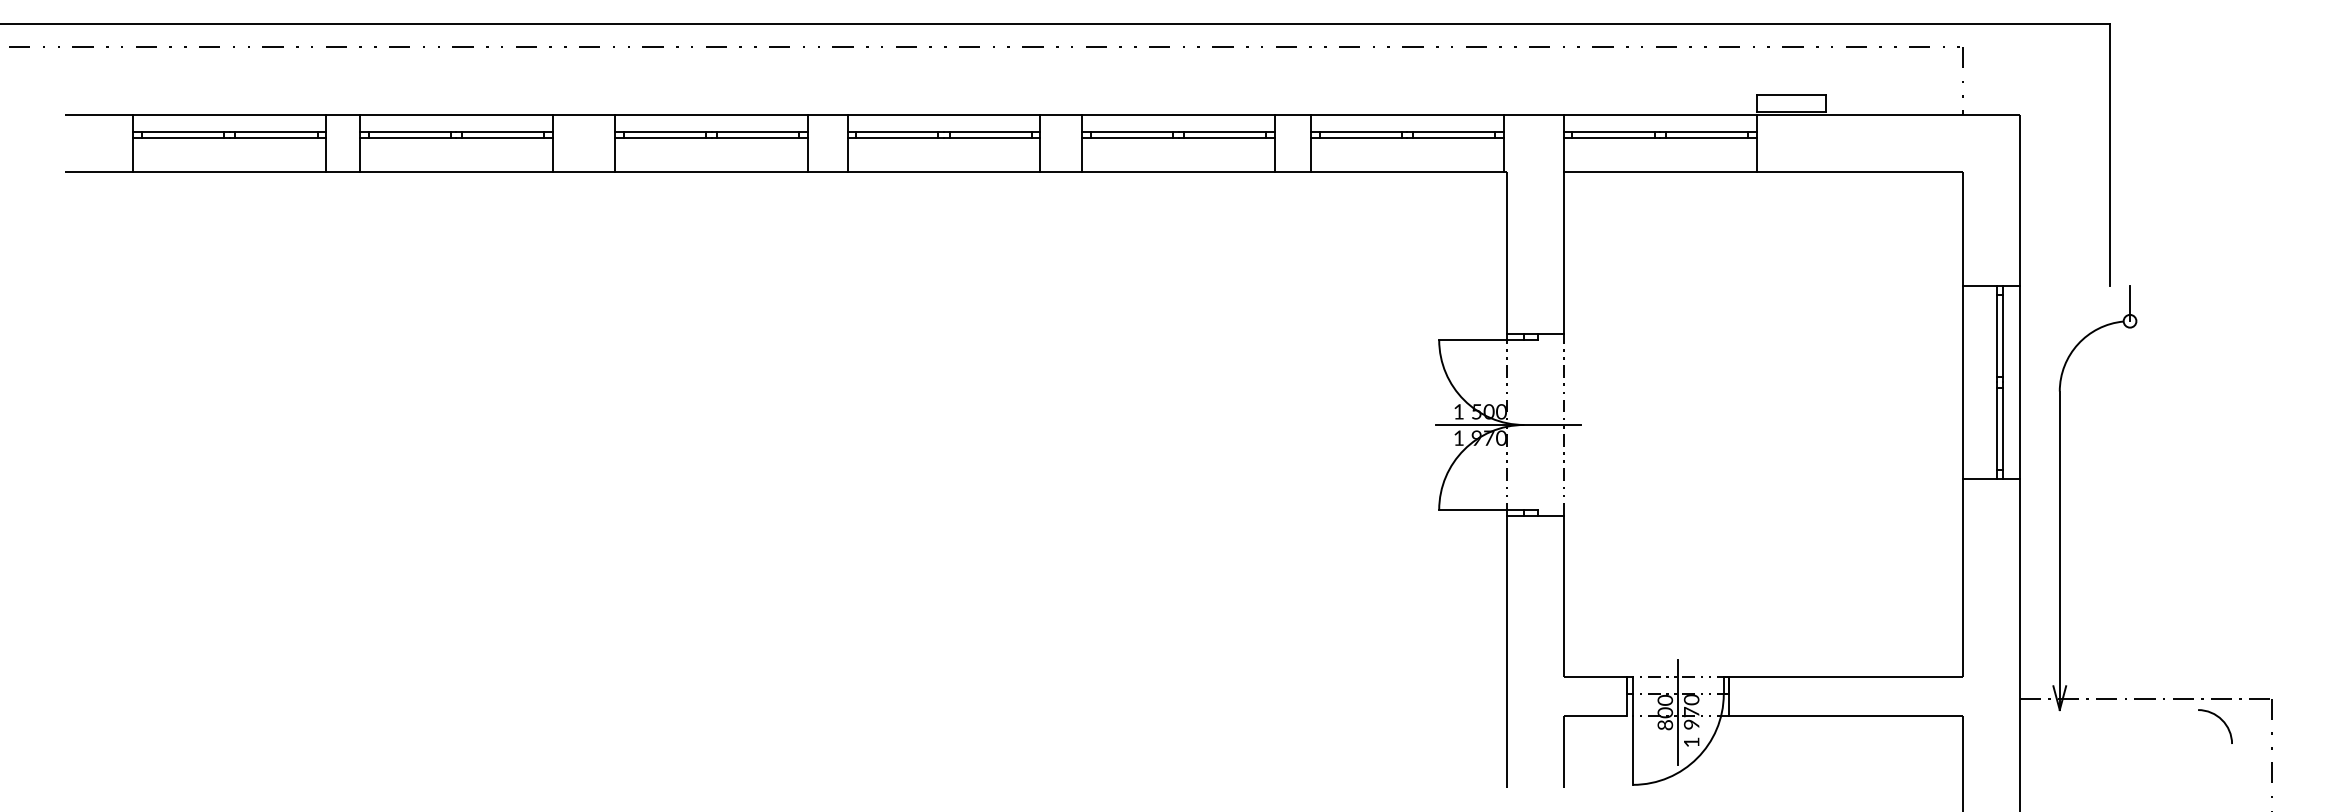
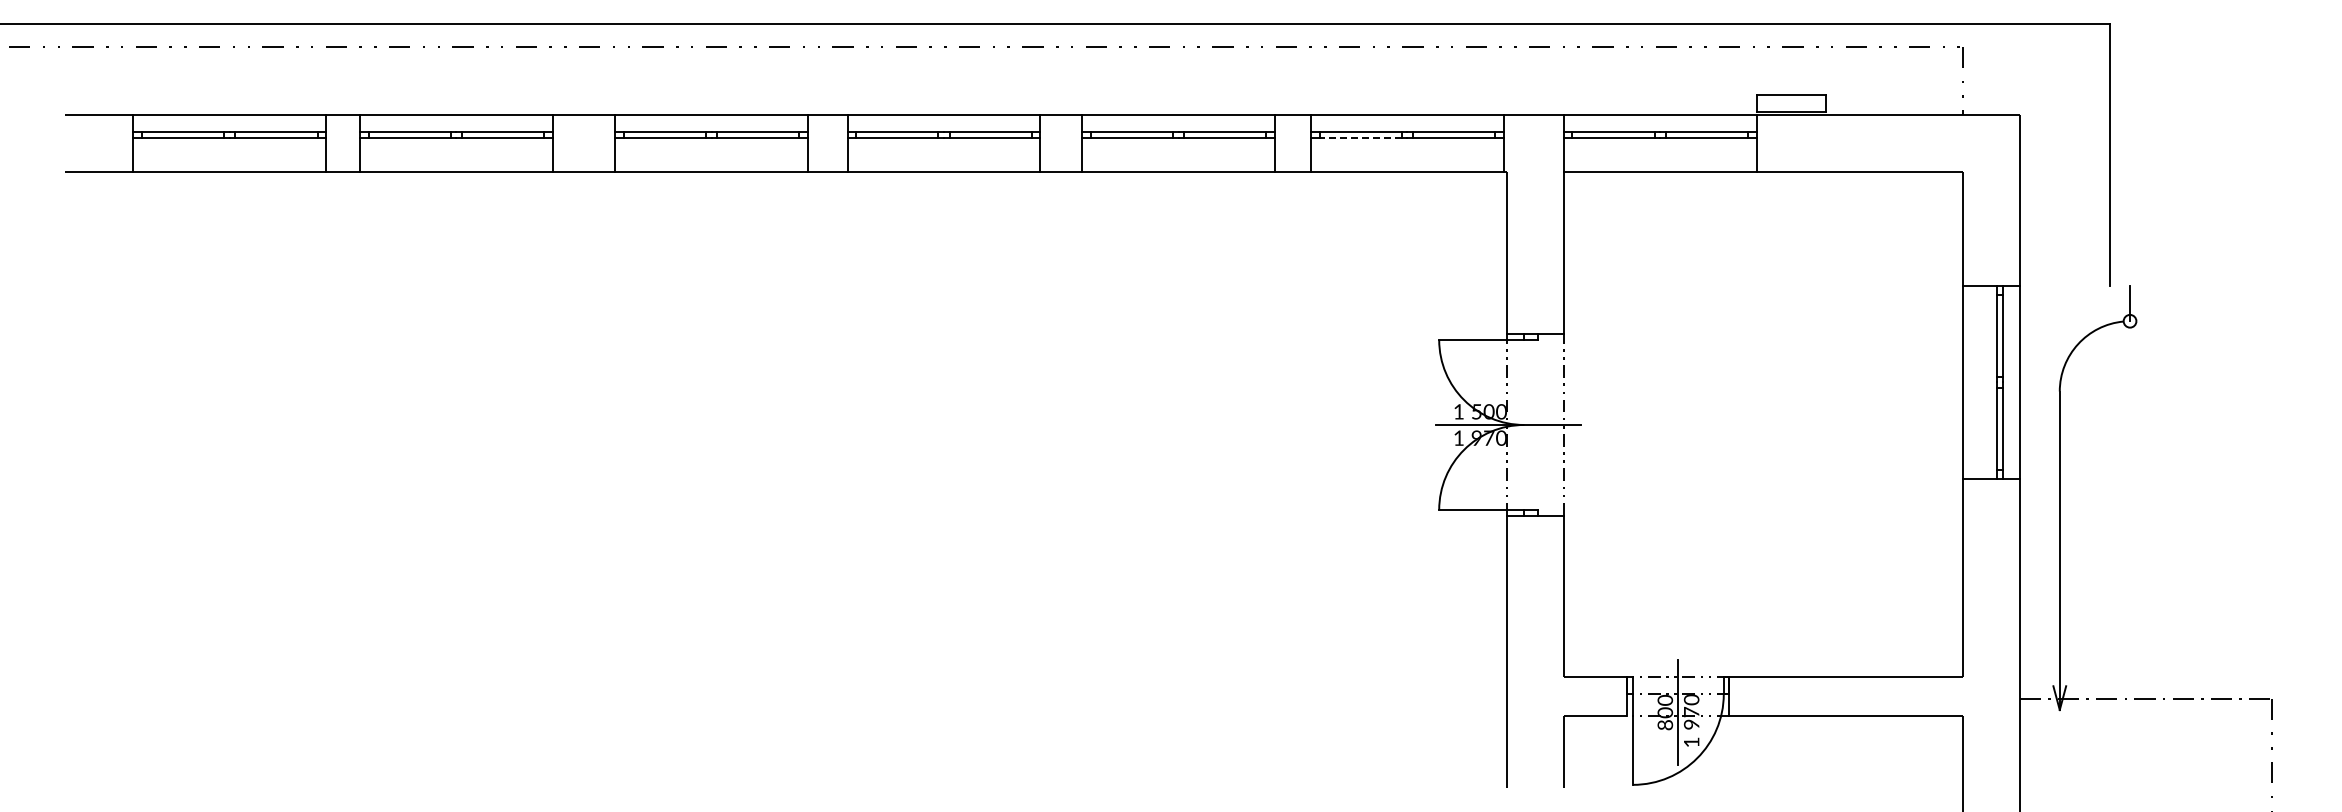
line at (1360, 137): solid -> dashed
arc at (2221, 720): present -> none
